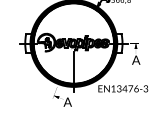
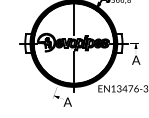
line at (73, 18): none -> present
